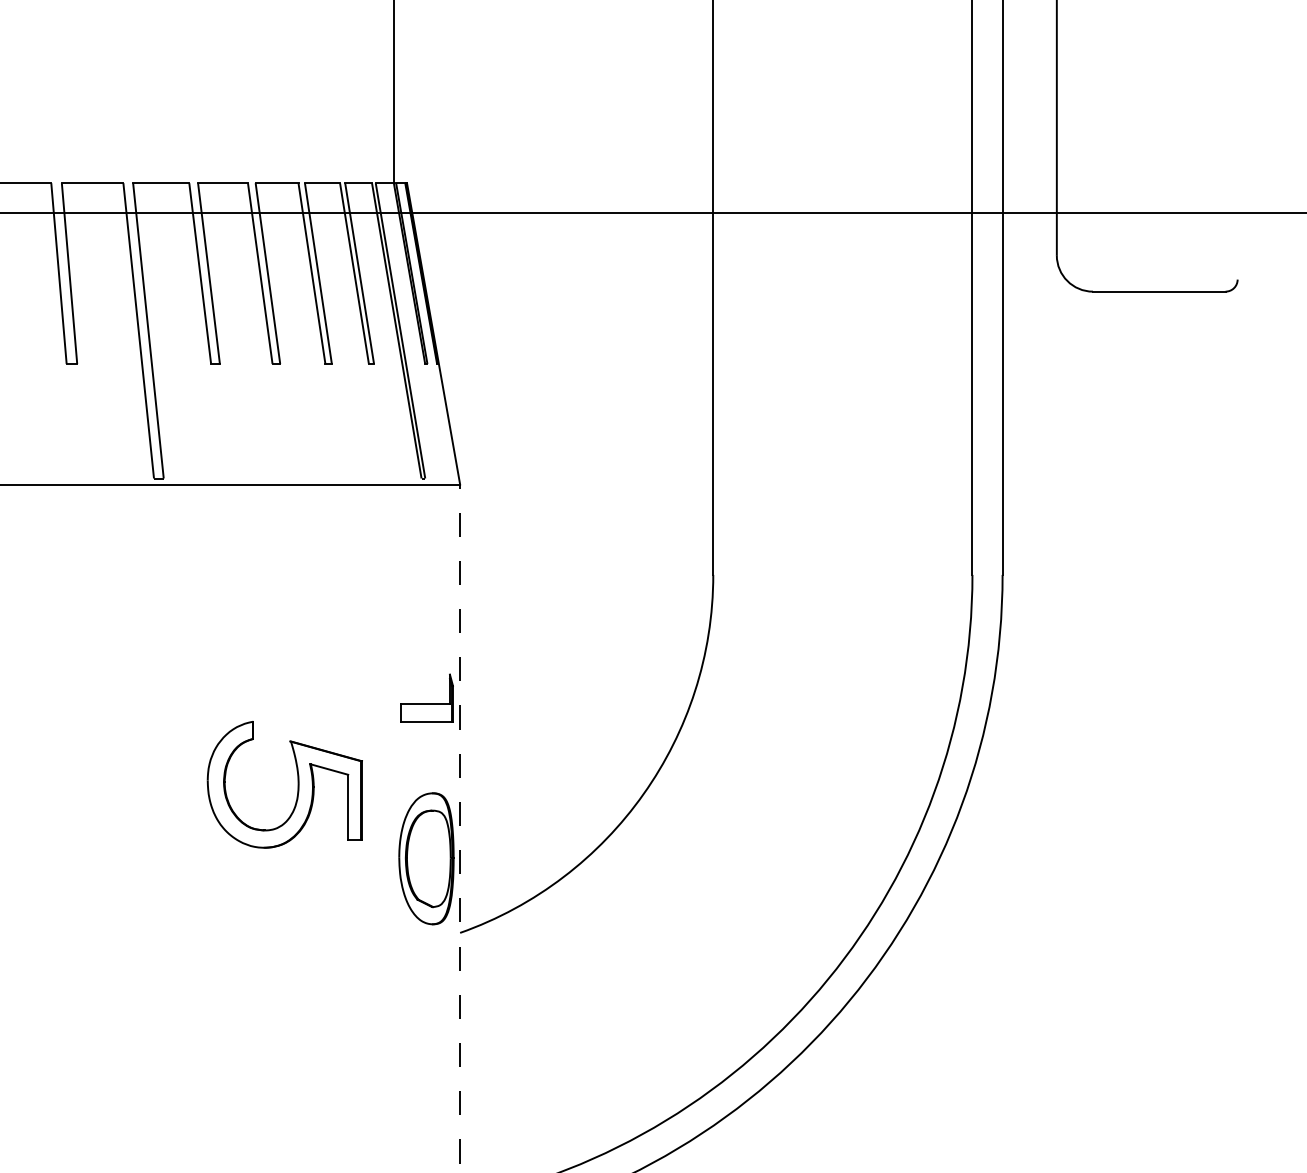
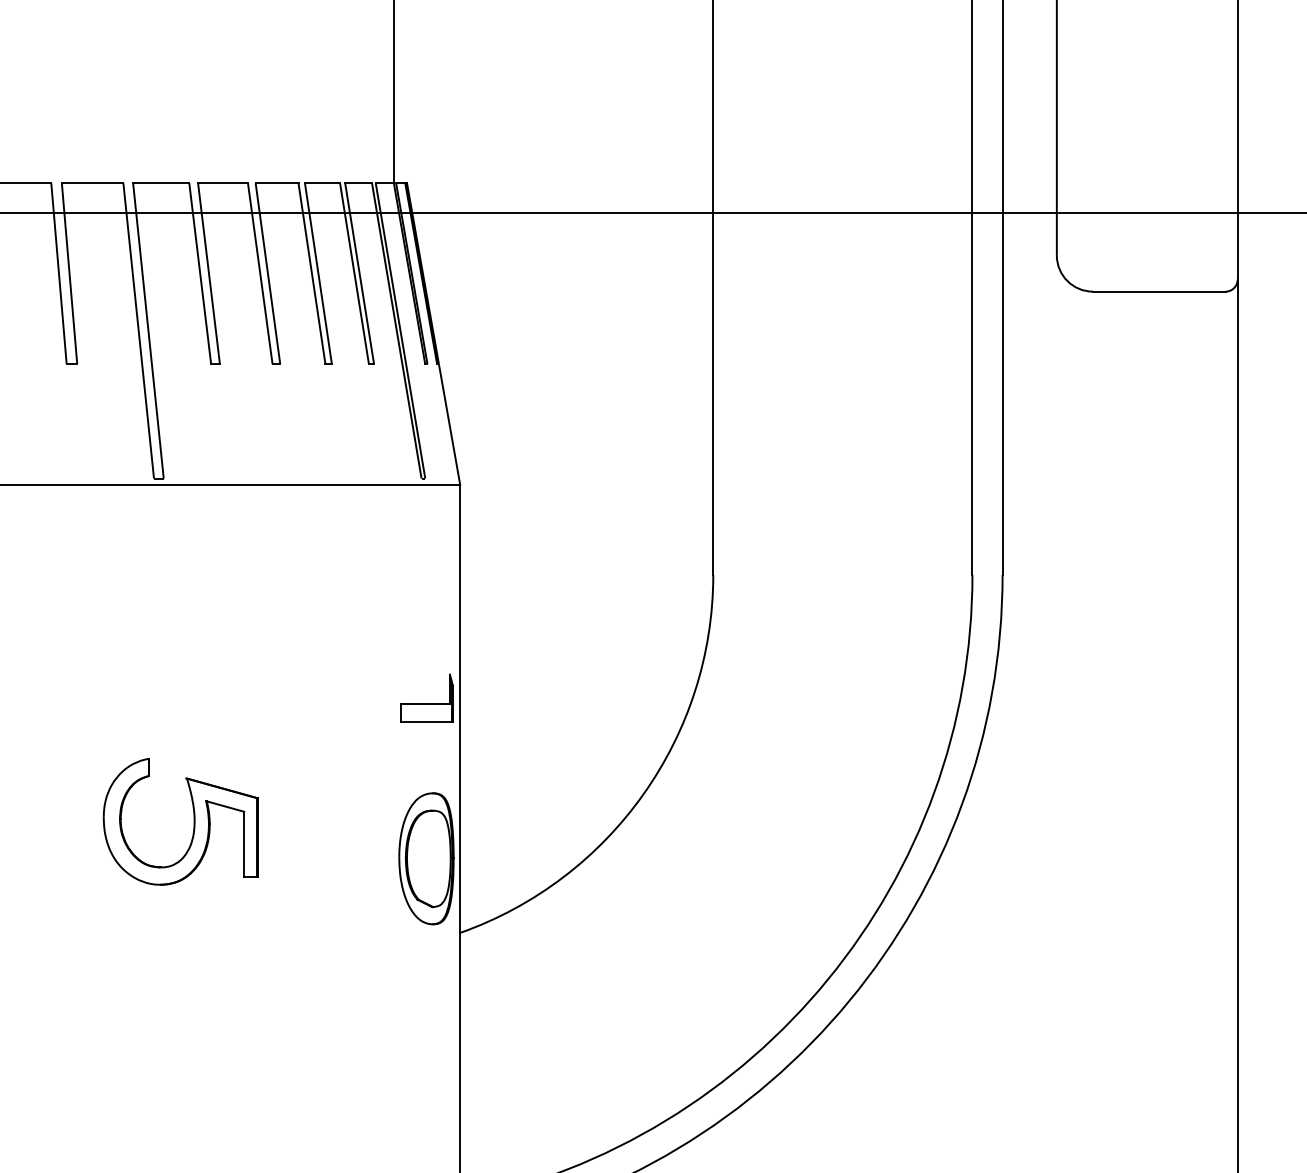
line at (1237, 585): none -> present
part at (297, 784) position: (297, 784) -> (193, 821)
line at (460, 828): dashed -> solid
